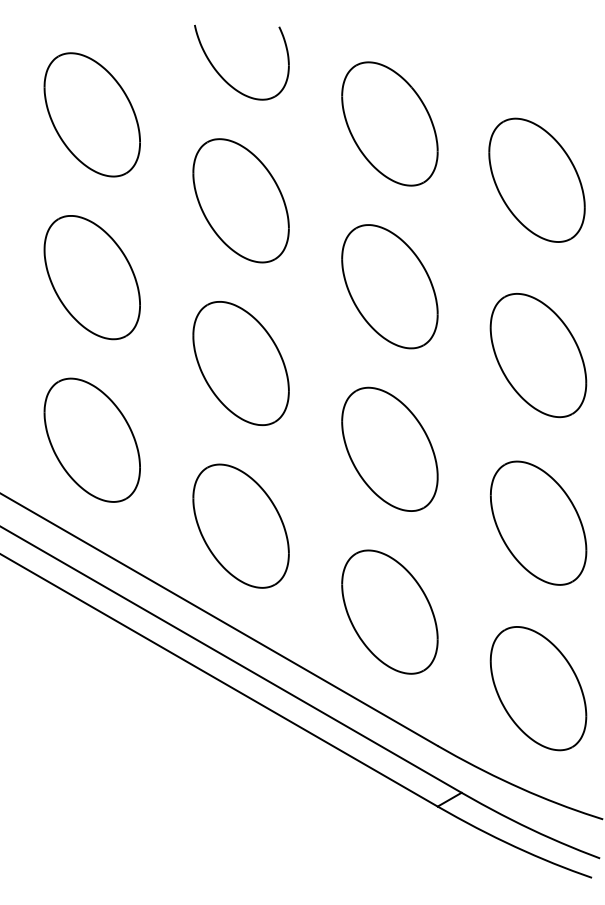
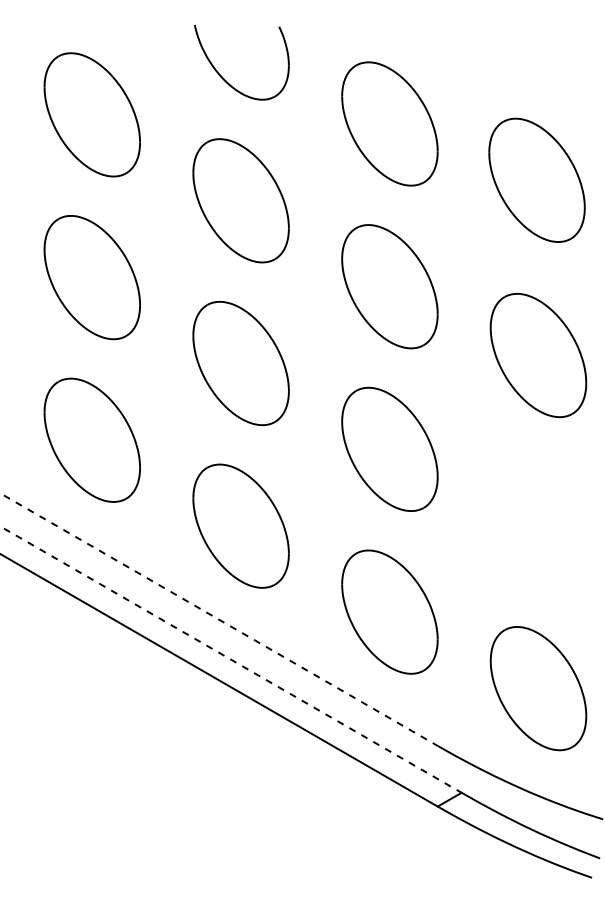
part at (538, 522): present -> none
line at (219, 619): solid -> dashed
line at (231, 659): solid -> dashed
